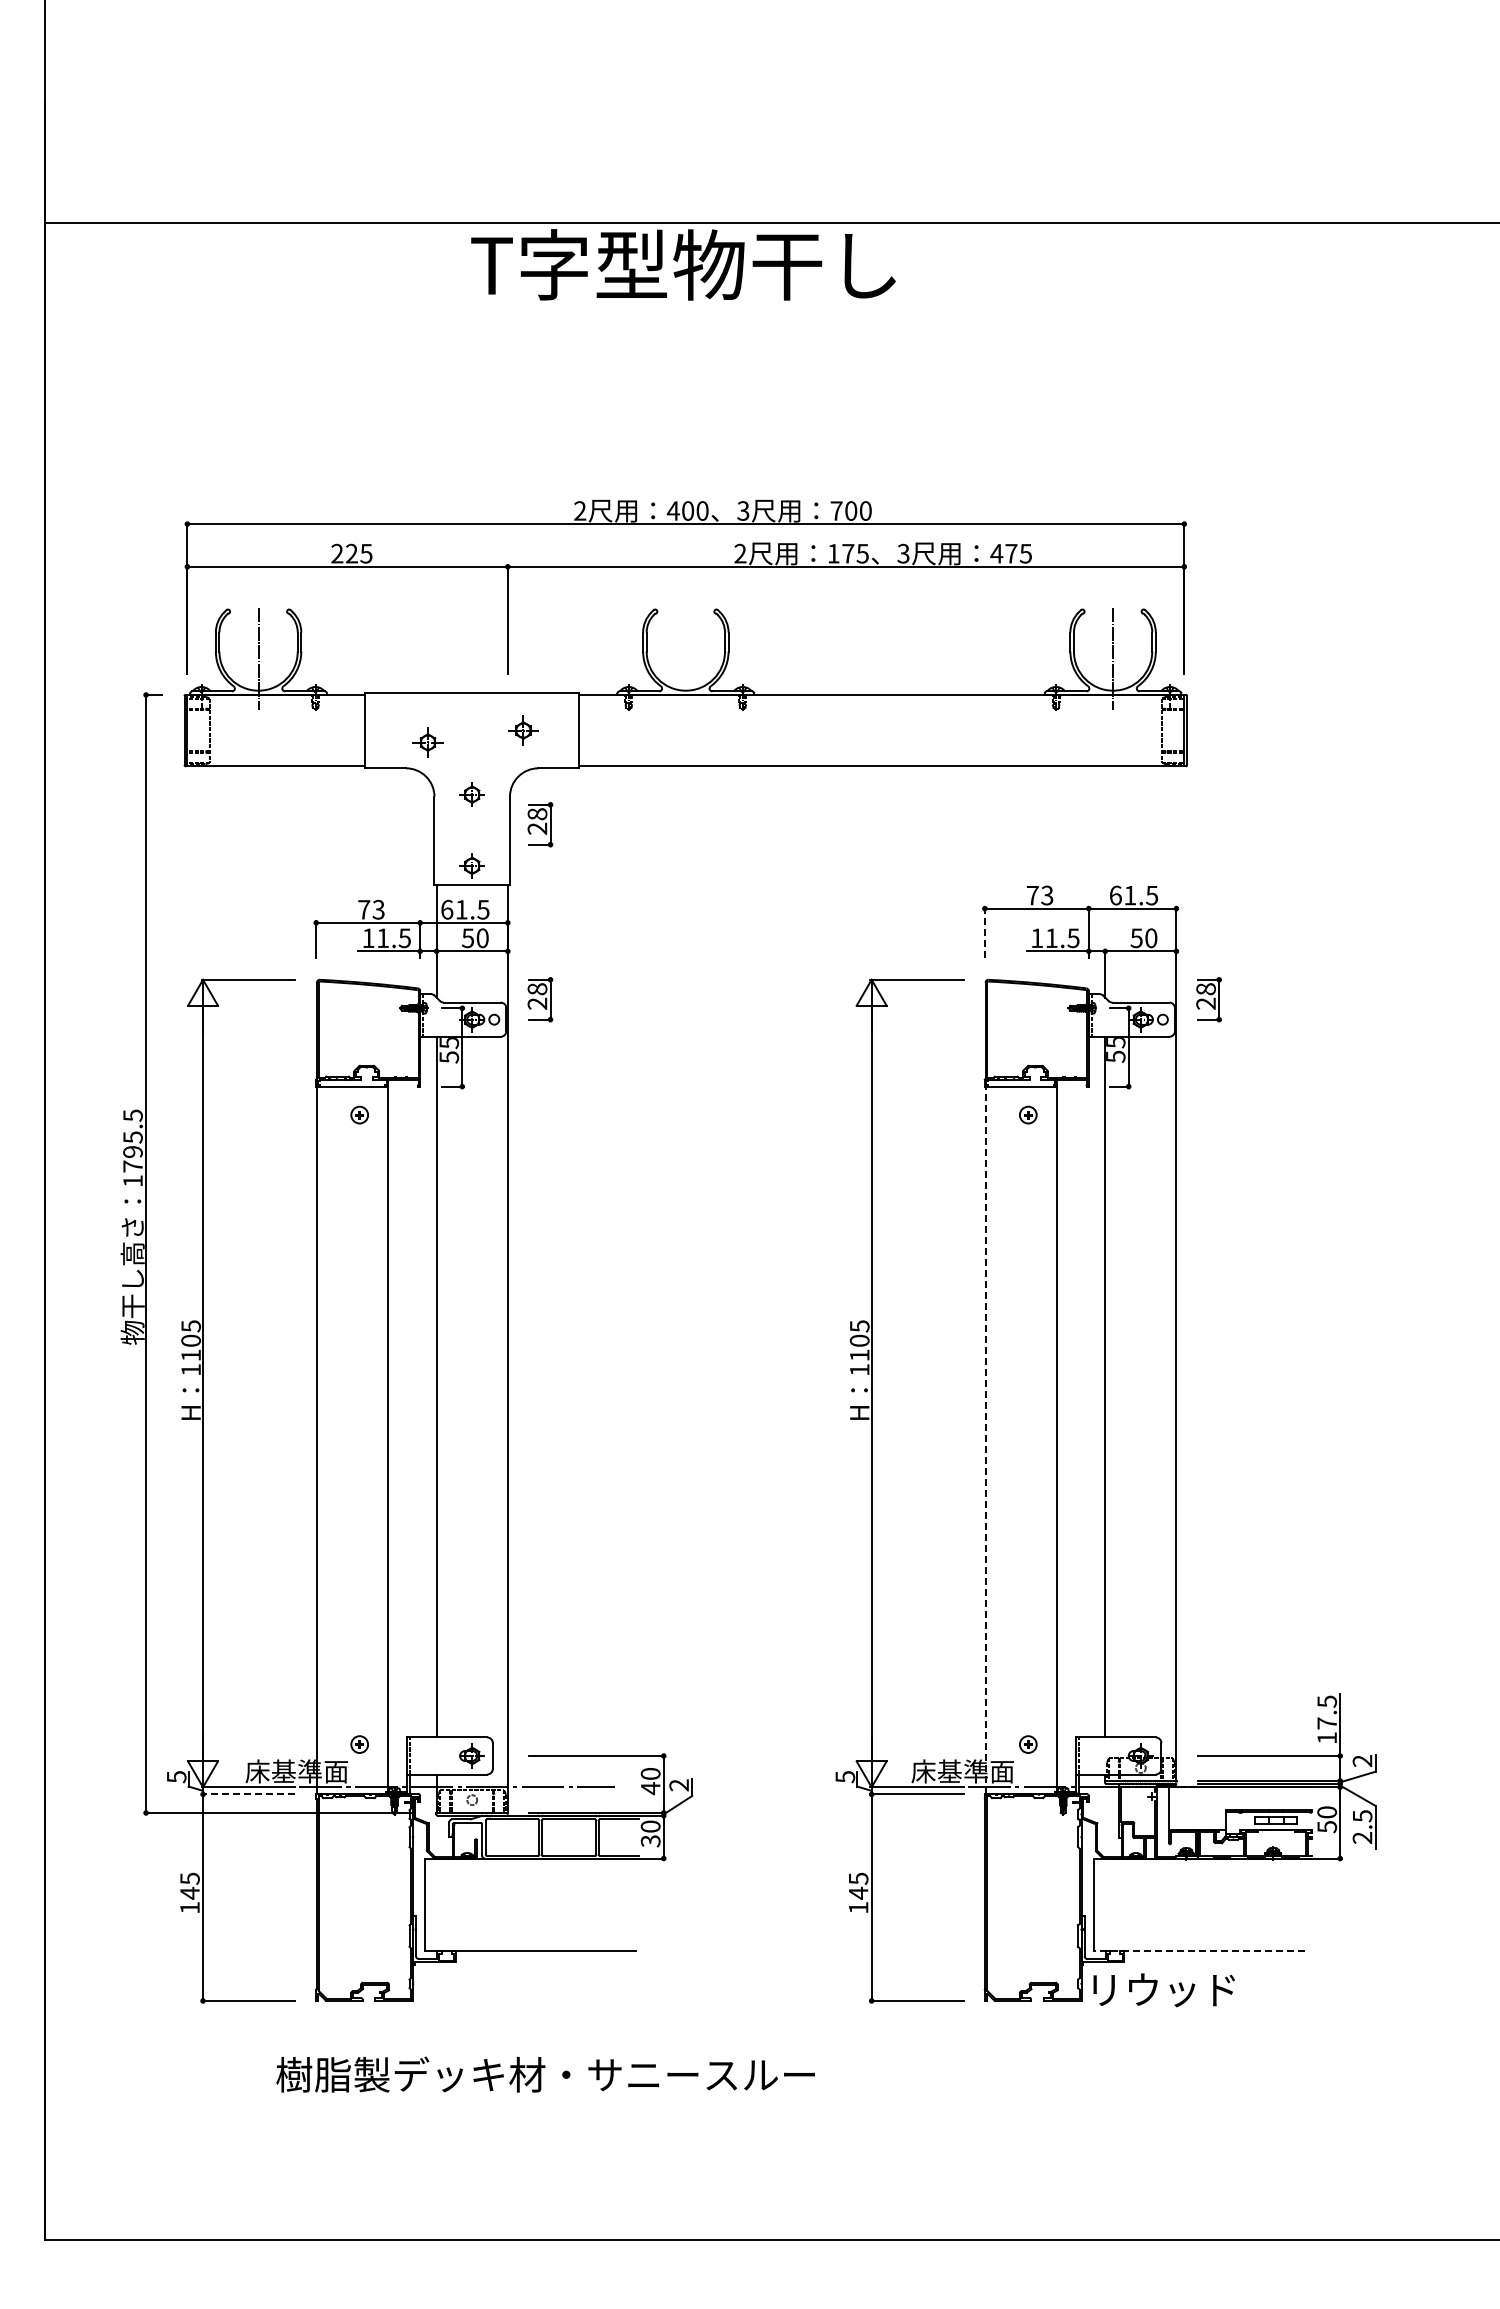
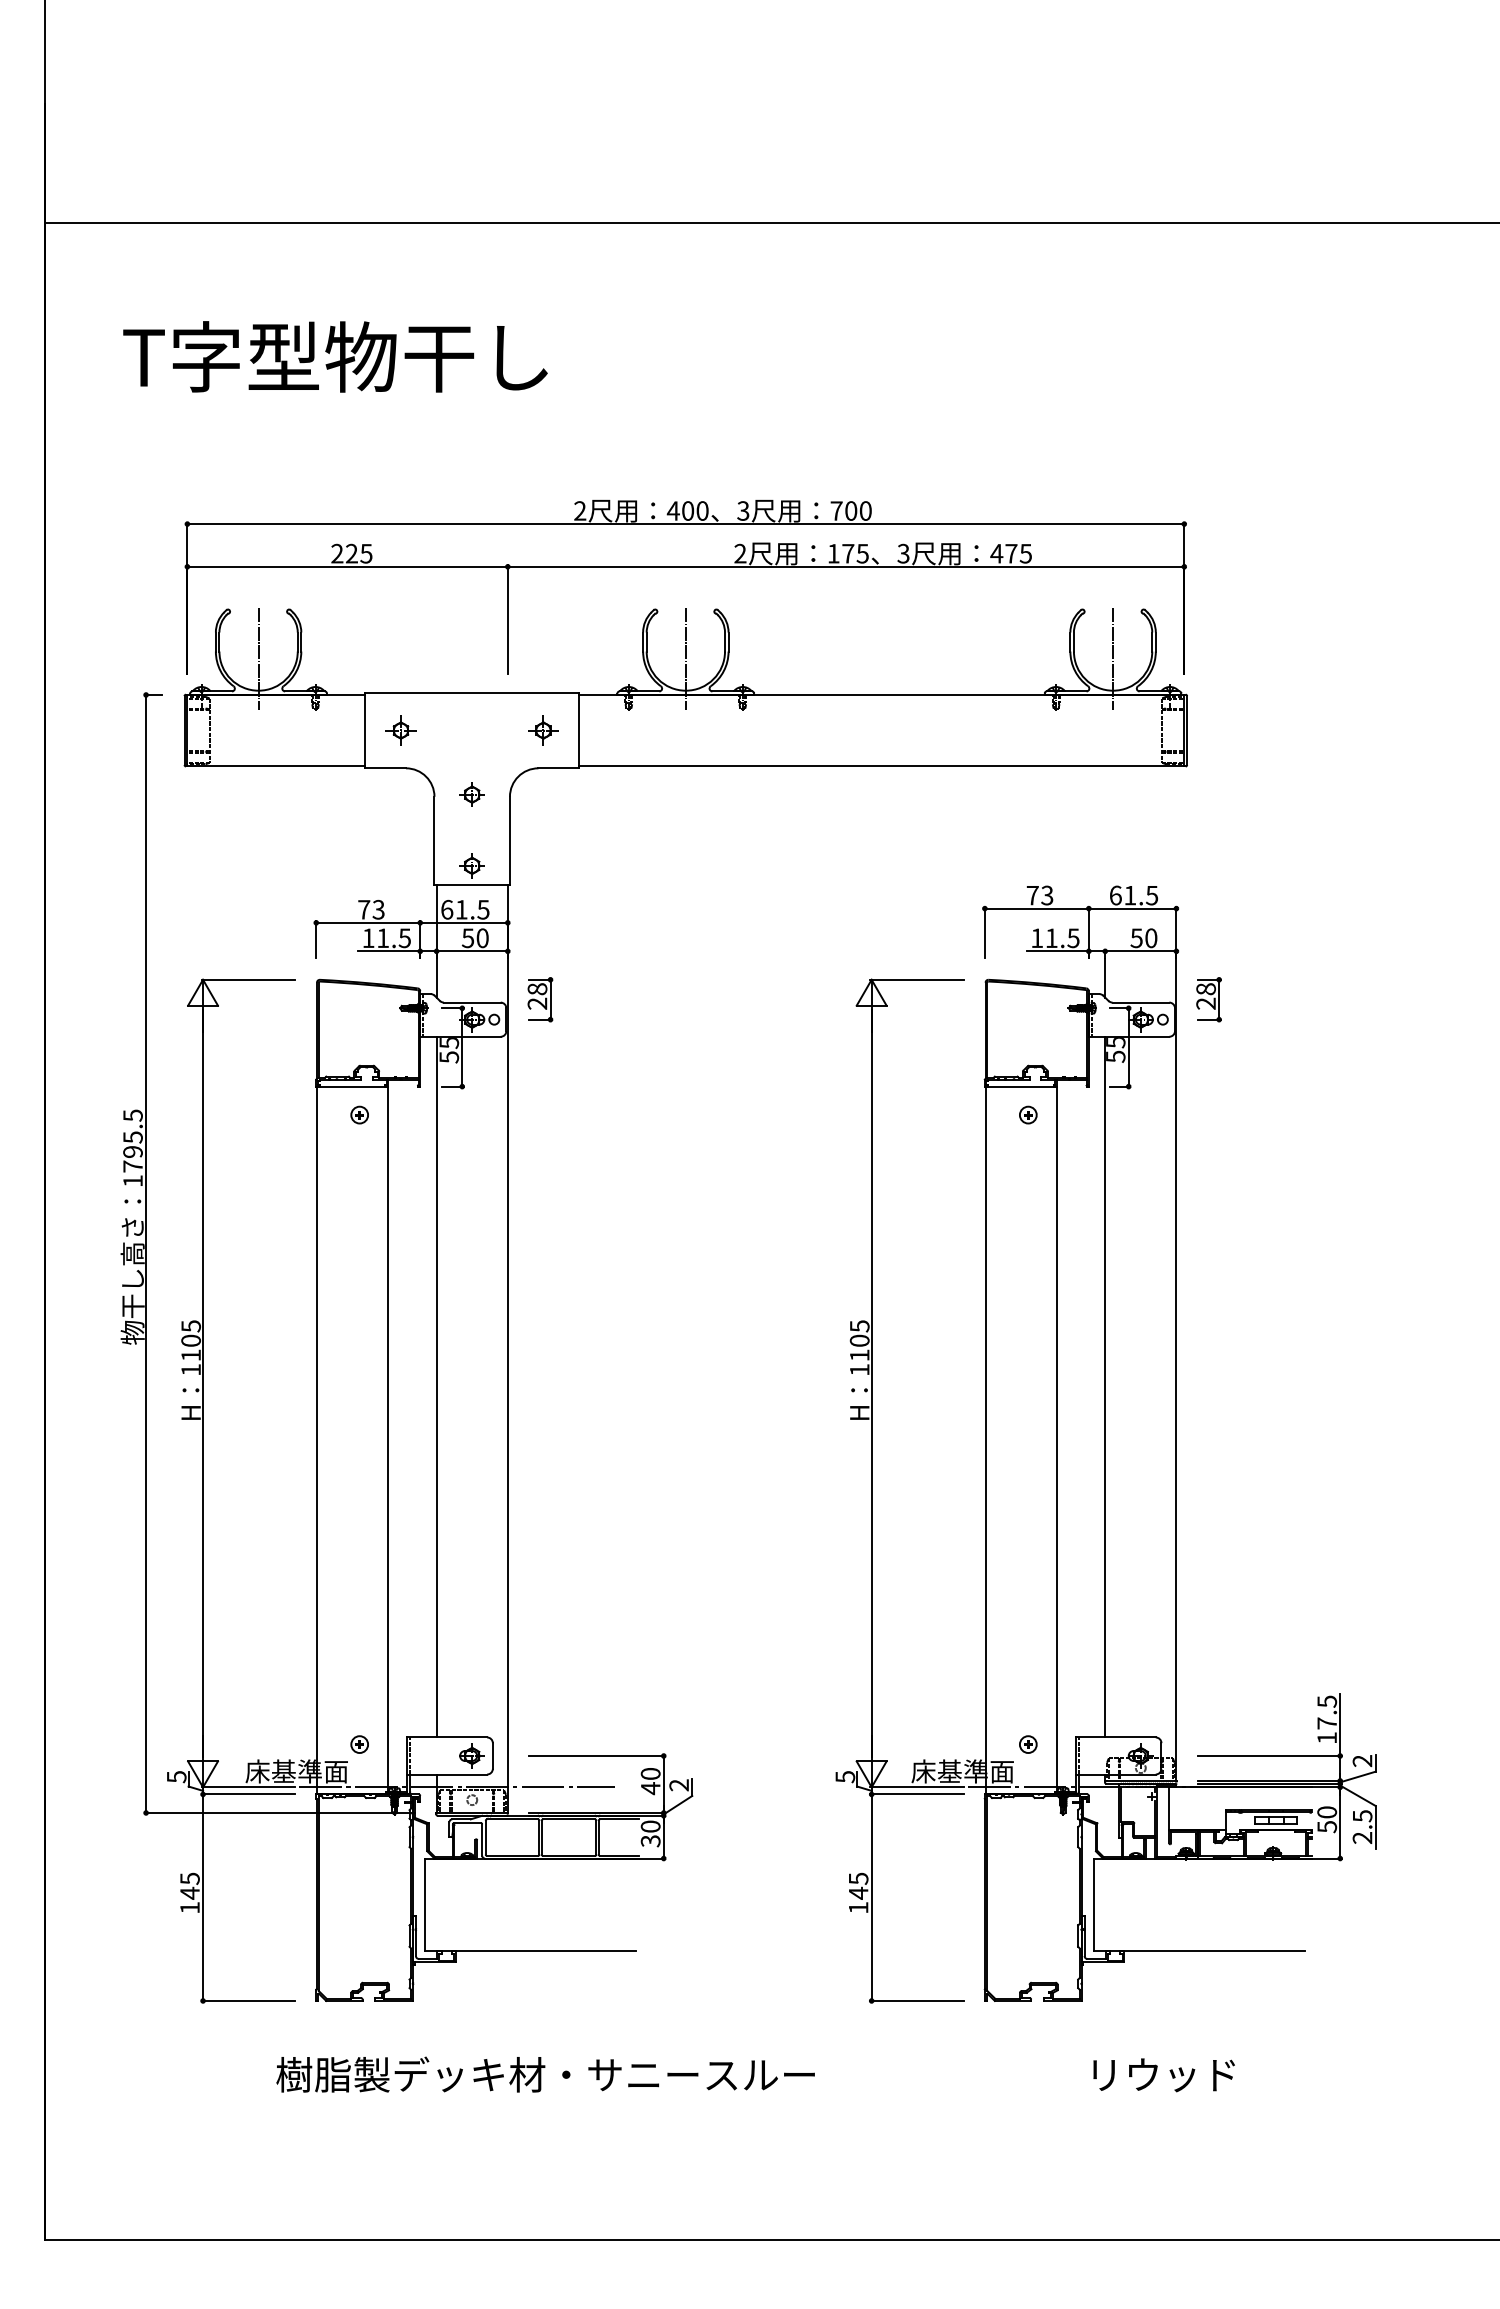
text at (683, 264) position: (683, 264) -> (335, 356)
line at (685, 659): none -> present
part at (523, 730) position: (523, 730) -> (543, 730)
part at (427, 742) position: (427, 742) -> (400, 730)
part at (540, 824): present -> none
line at (984, 932): dashed -> solid
line at (985, 1440): dashed -> solid
line at (248, 1794): dashed -> solid
line at (1198, 1951): dashed -> solid
text at (1163, 1990) position: (1163, 1990) -> (1163, 2075)
